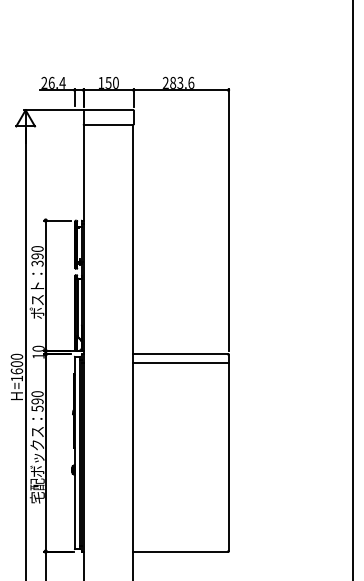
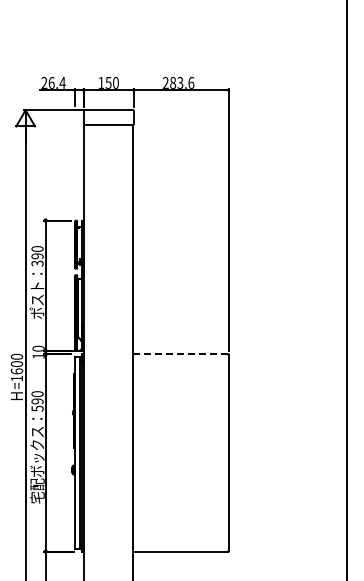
line at (353, 289) position: (353, 289) -> (347, 289)
line at (180, 354): solid -> dashed
line at (180, 363): present -> none
